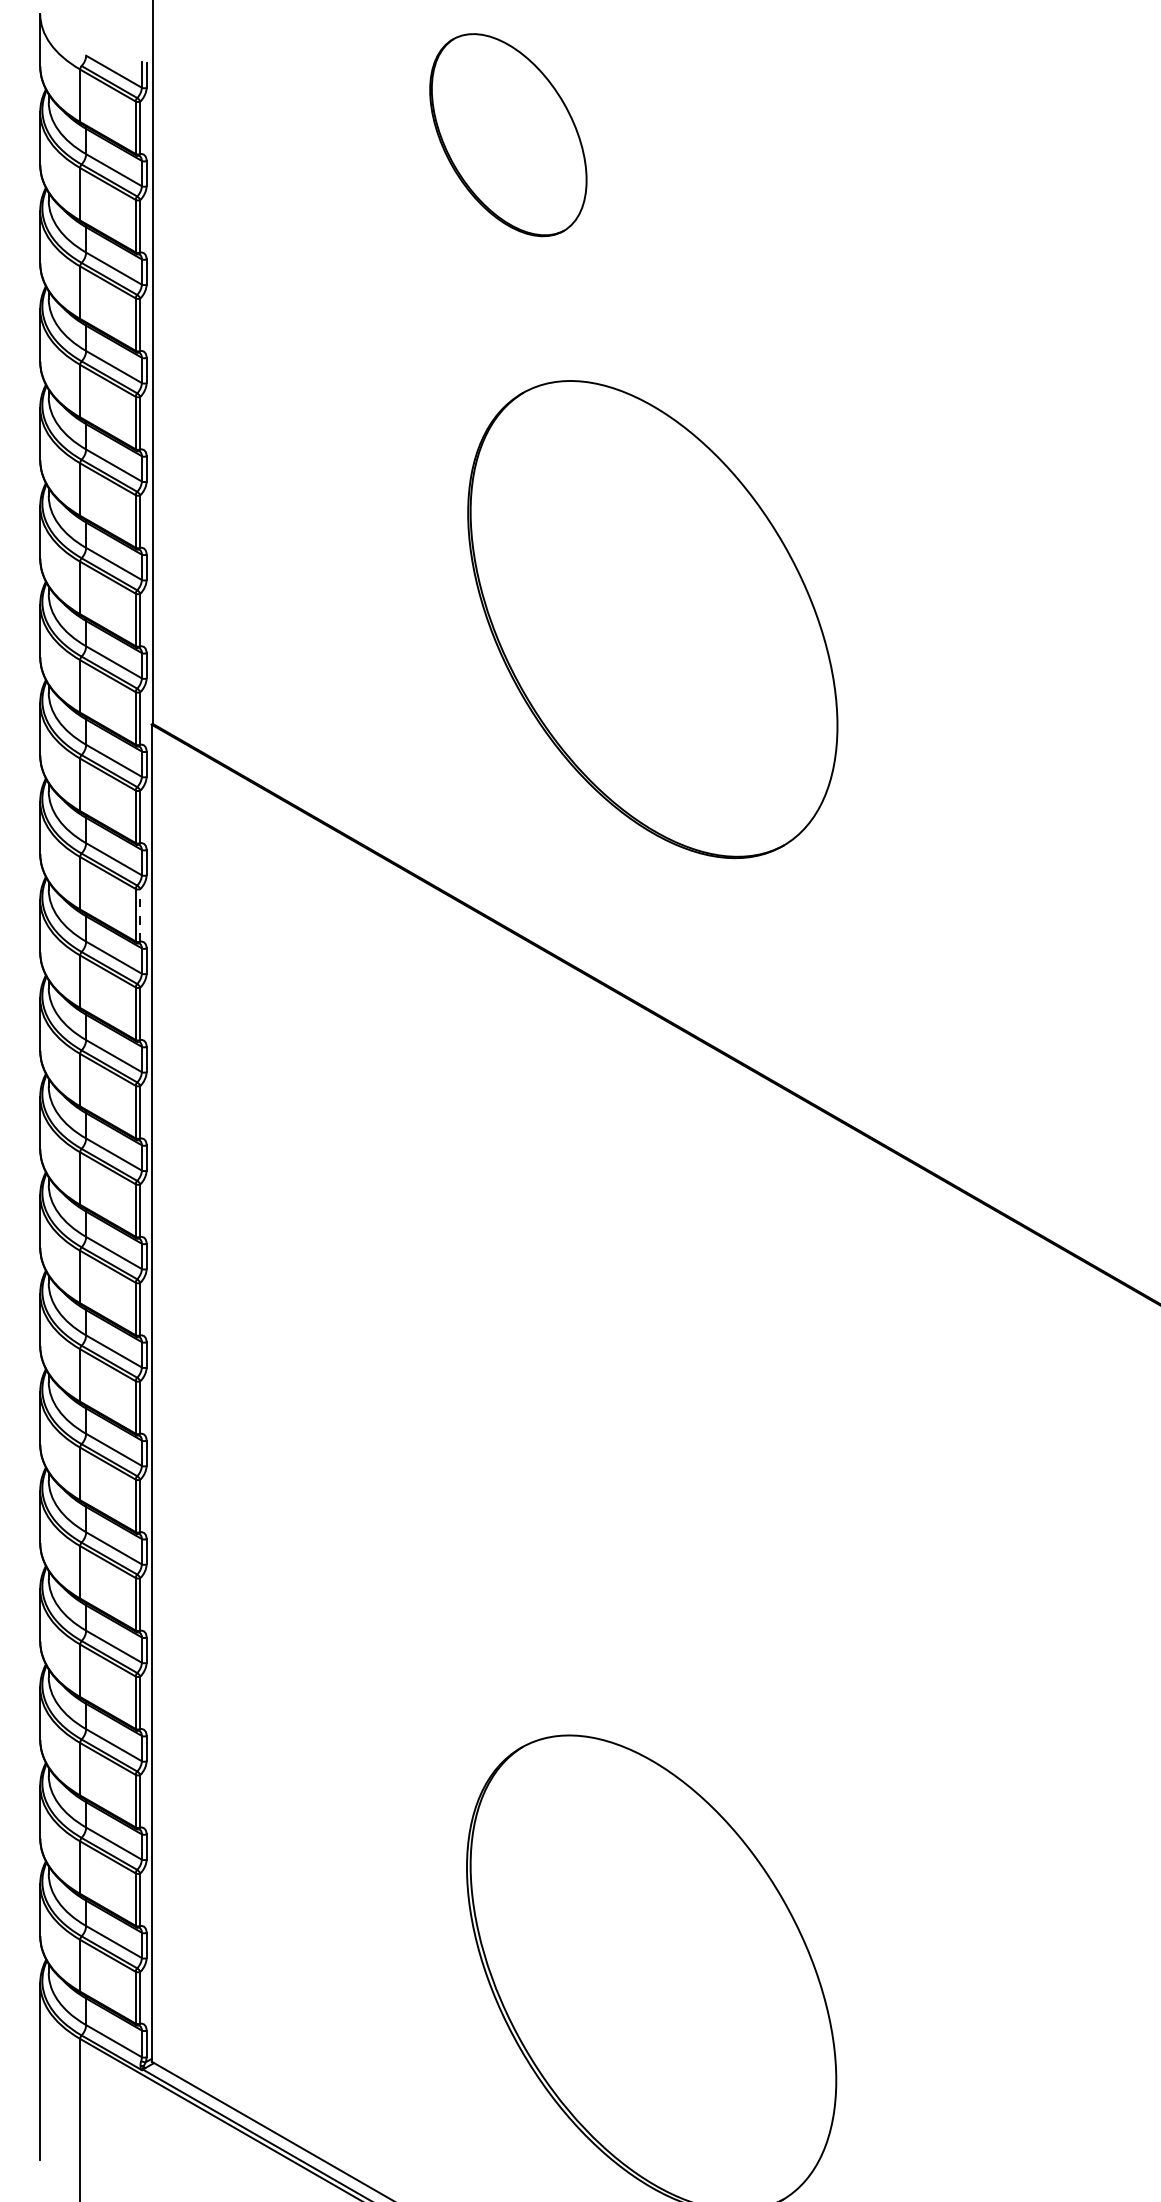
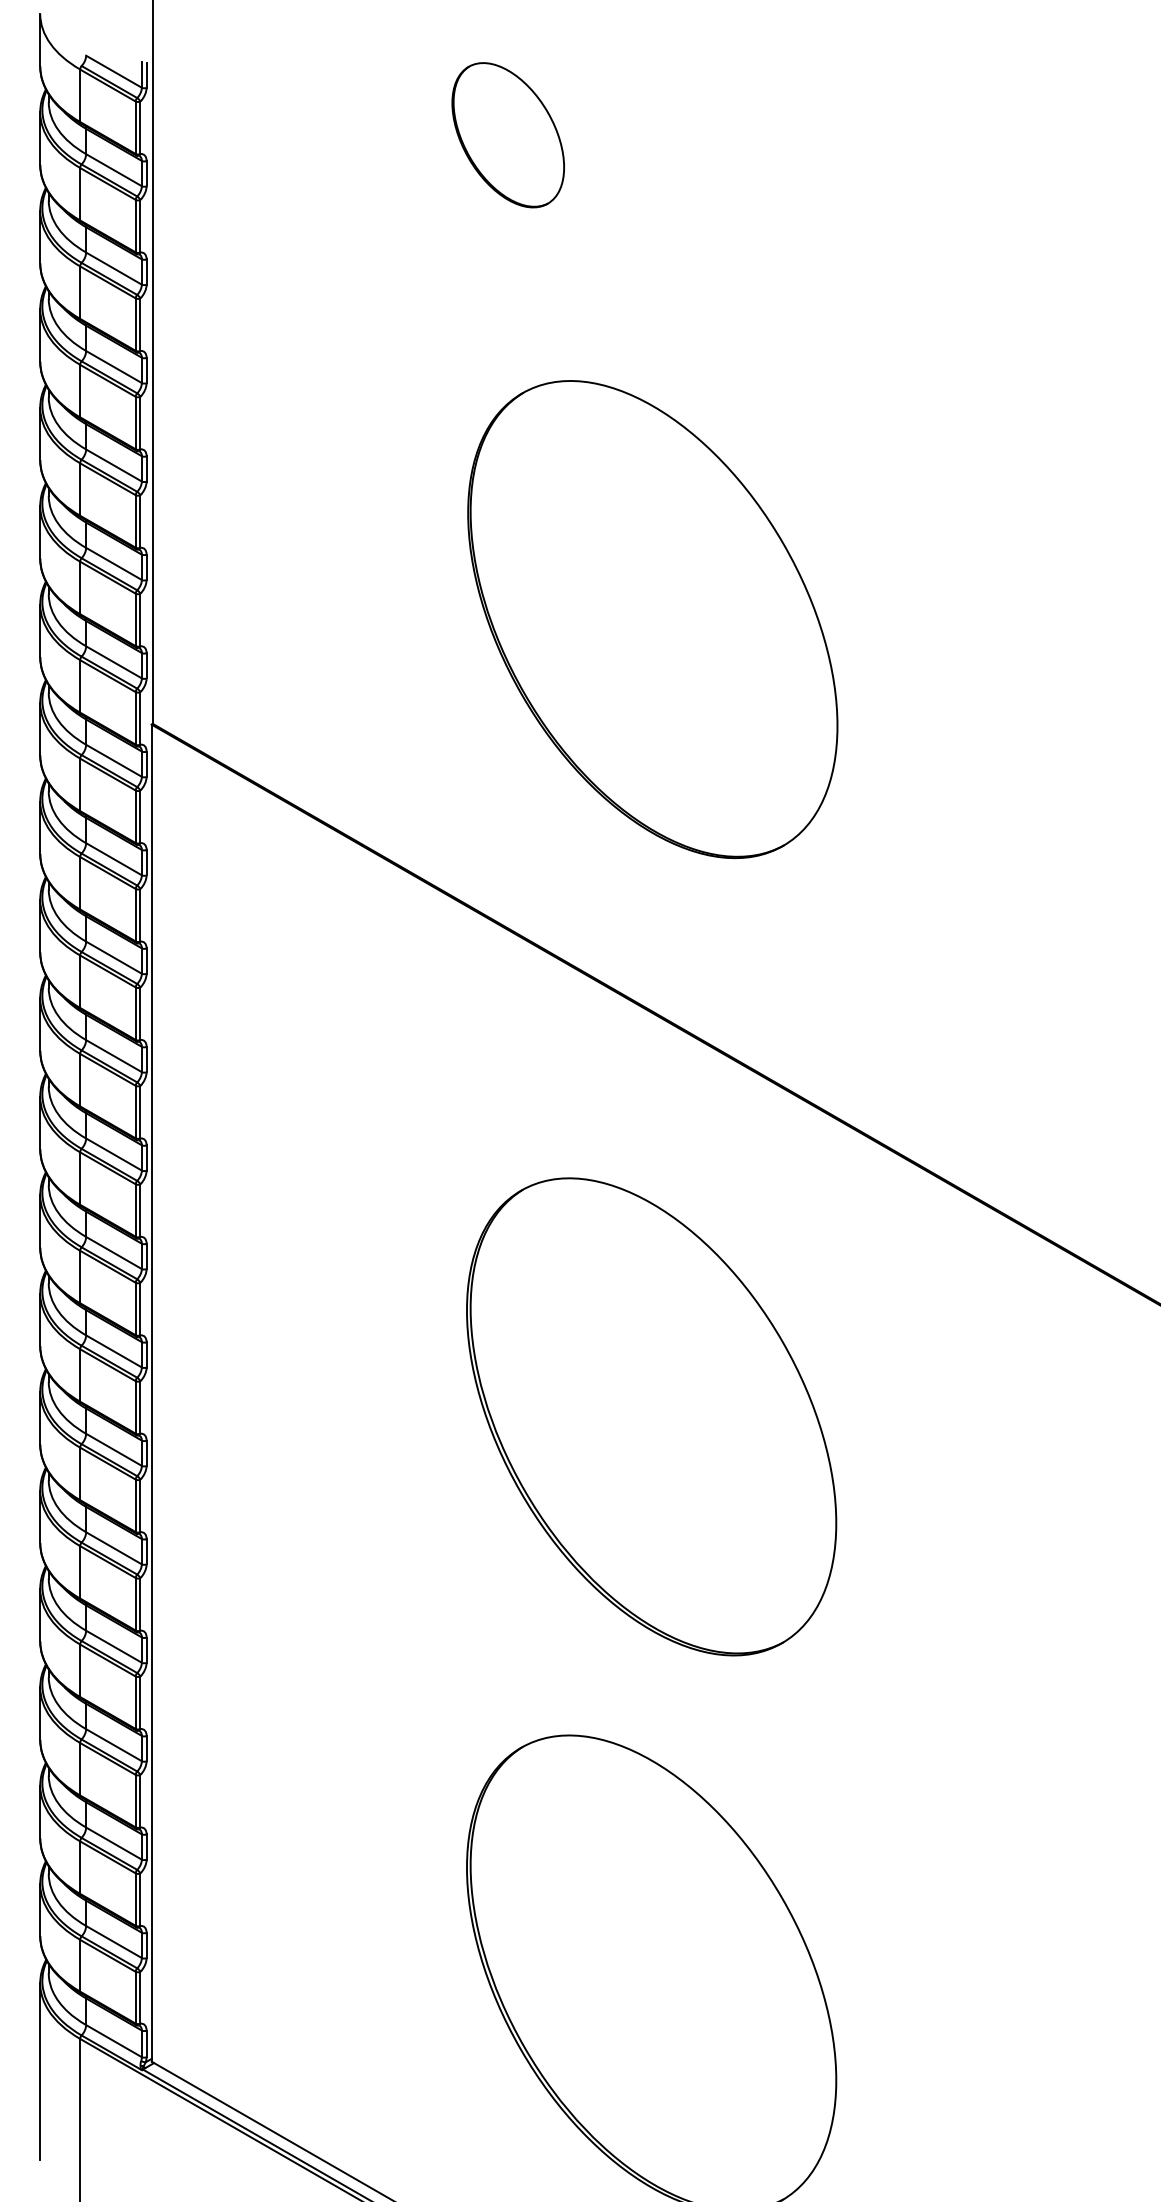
part at (508, 135) size: 159x205 px -> 114x147 px
line at (140, 914): dashed -> solid
part at (651, 1416): none -> present
